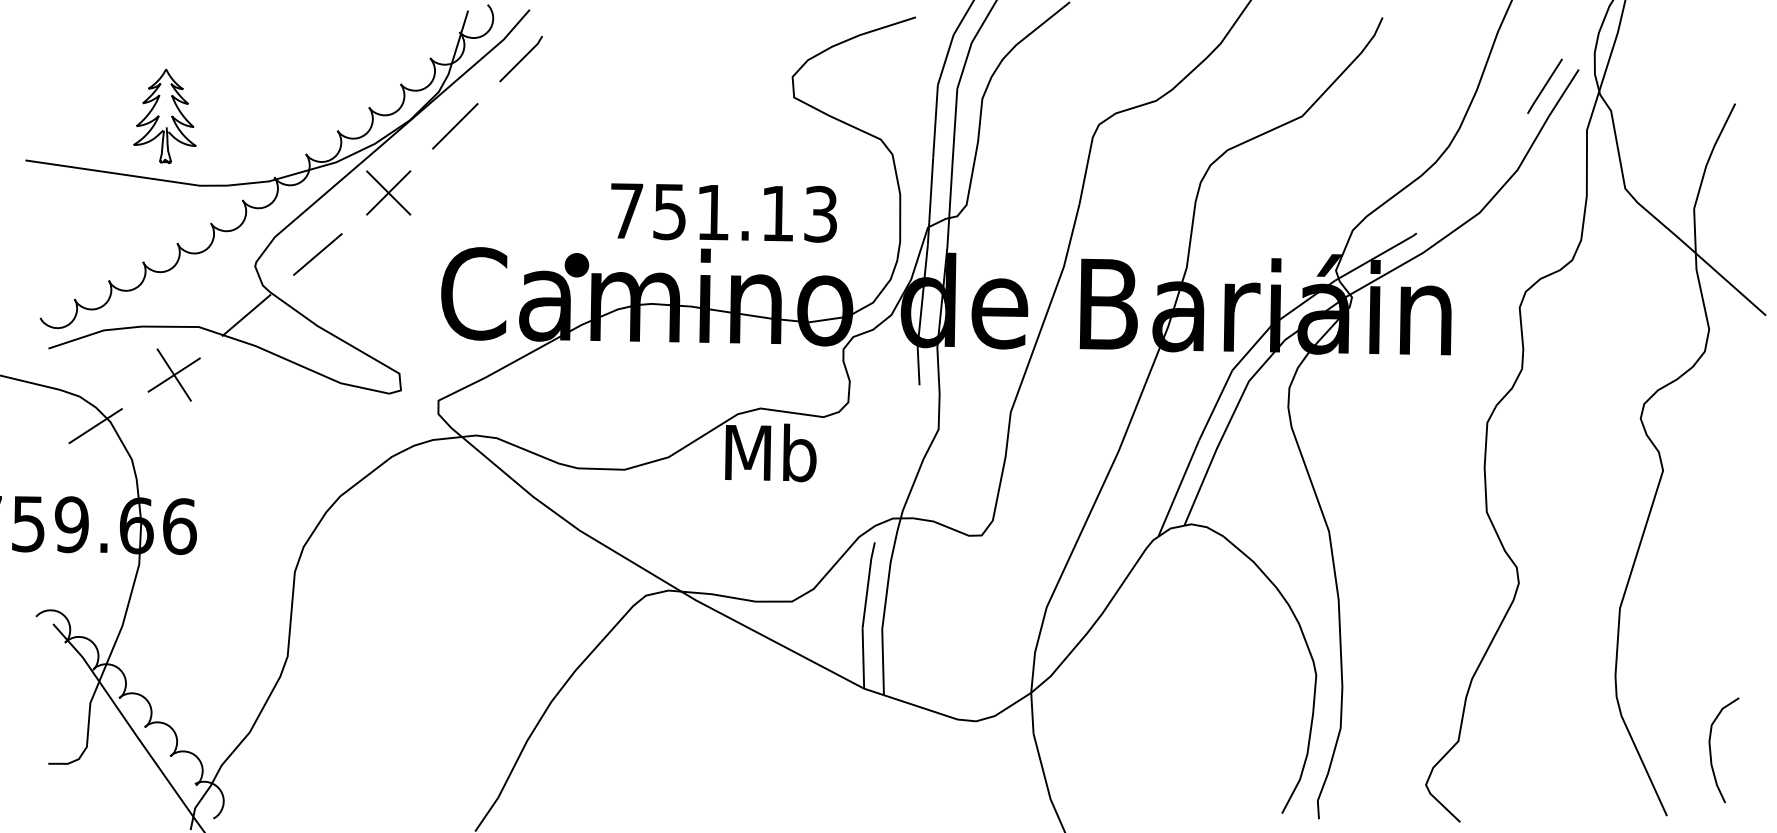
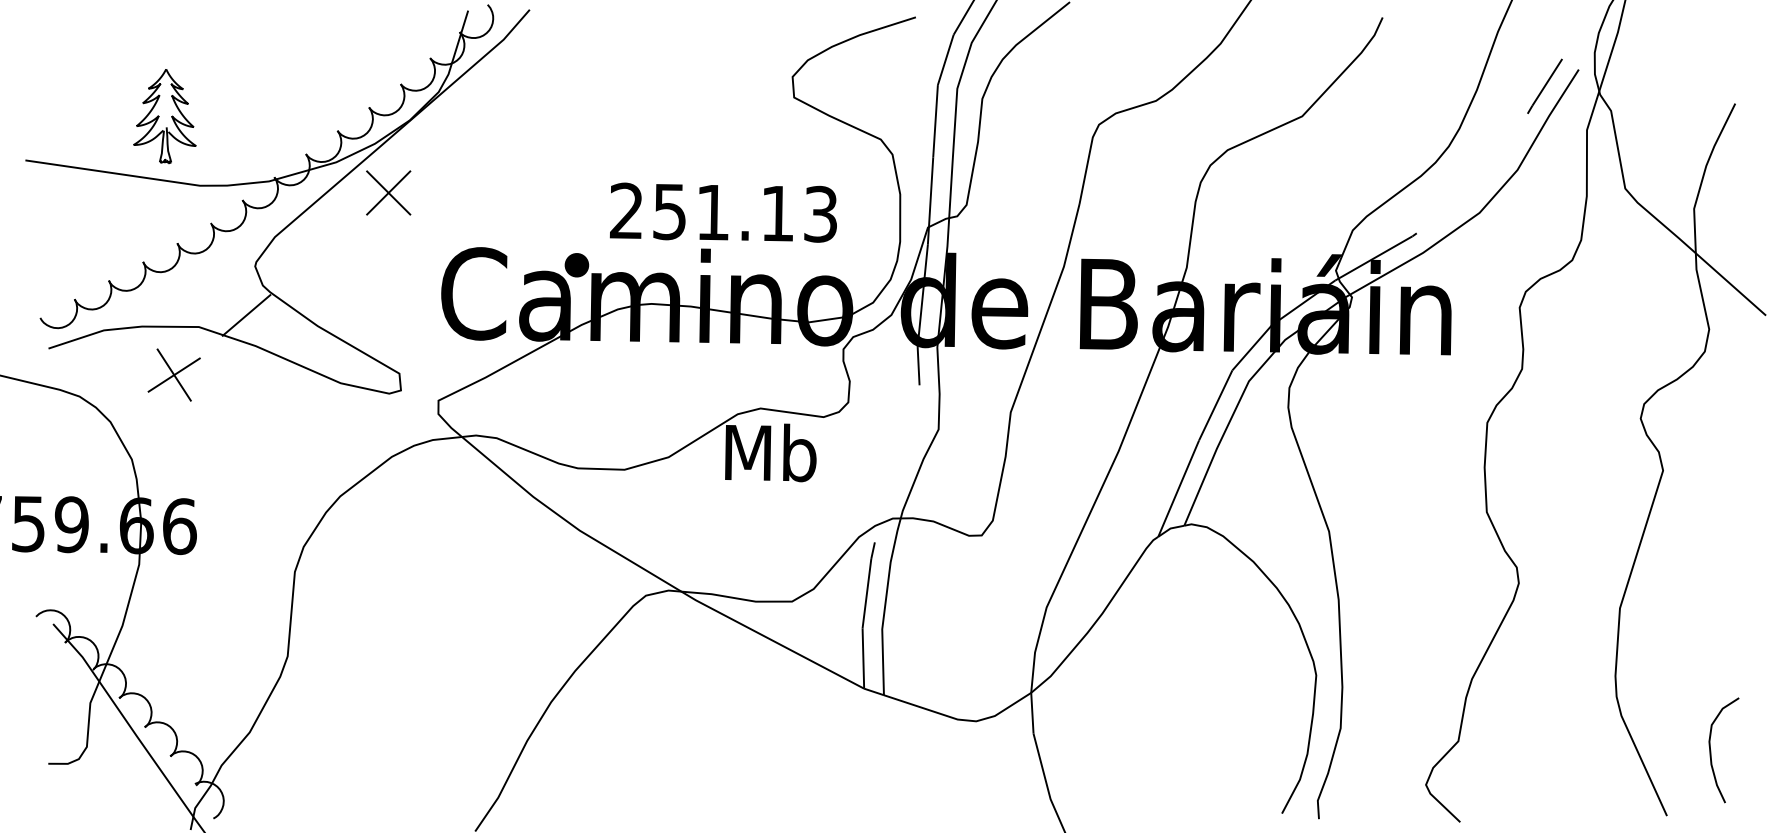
line at (521, 58): present -> none
line at (455, 126): present -> none
text at (626, 210): 751.13 -> 251.13
line at (317, 254): present -> none
line at (95, 426): present -> none
